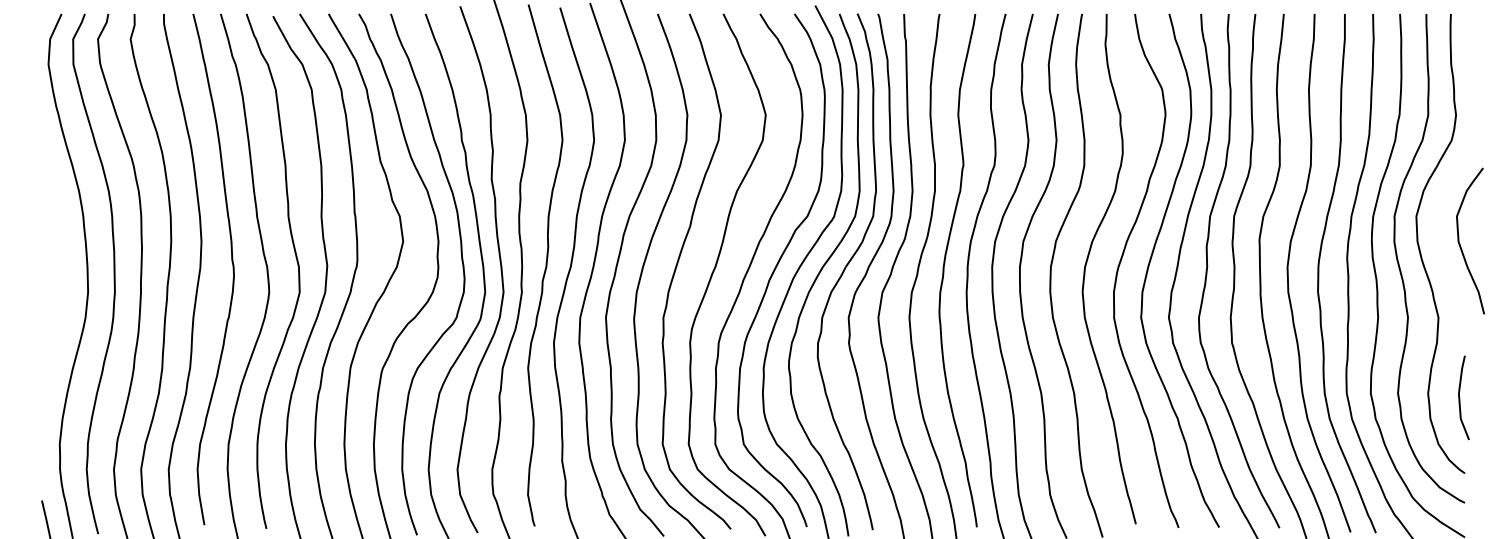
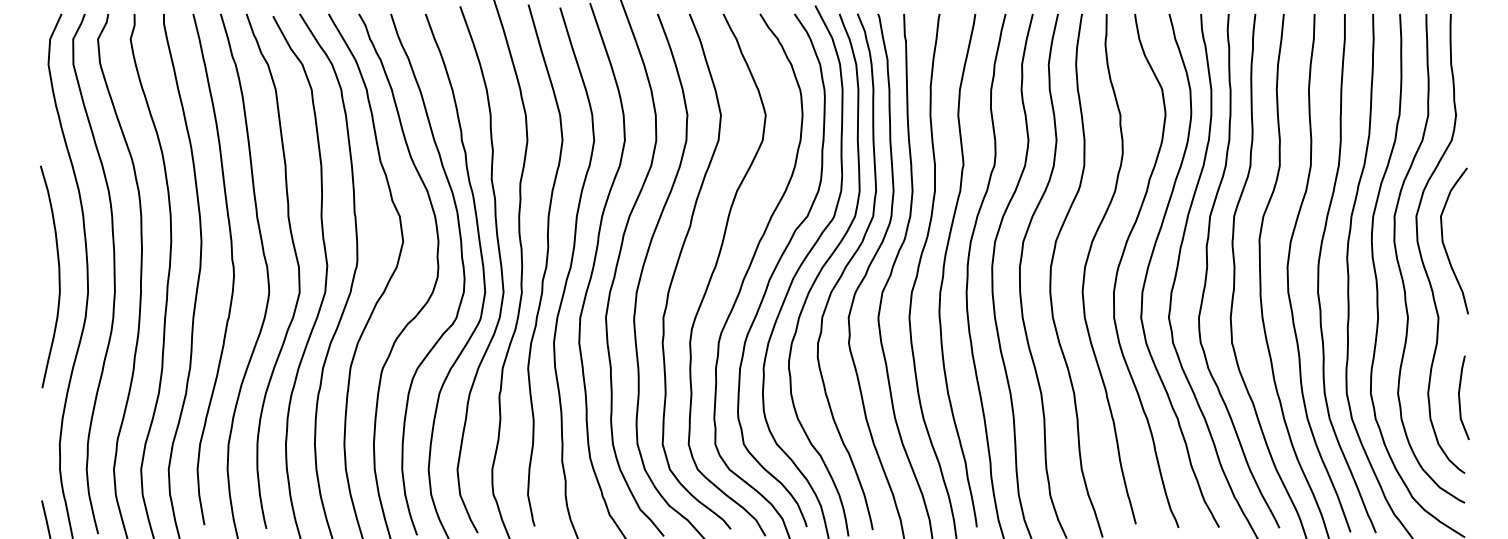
curve at (1460, 243) position: (1460, 243) -> (1444, 243)
curve at (58, 276): none -> present
